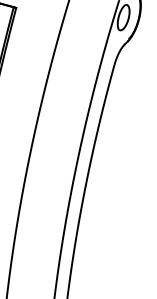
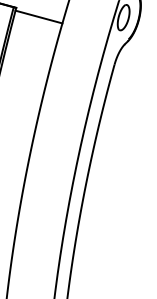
line at (38, 16): none -> present
